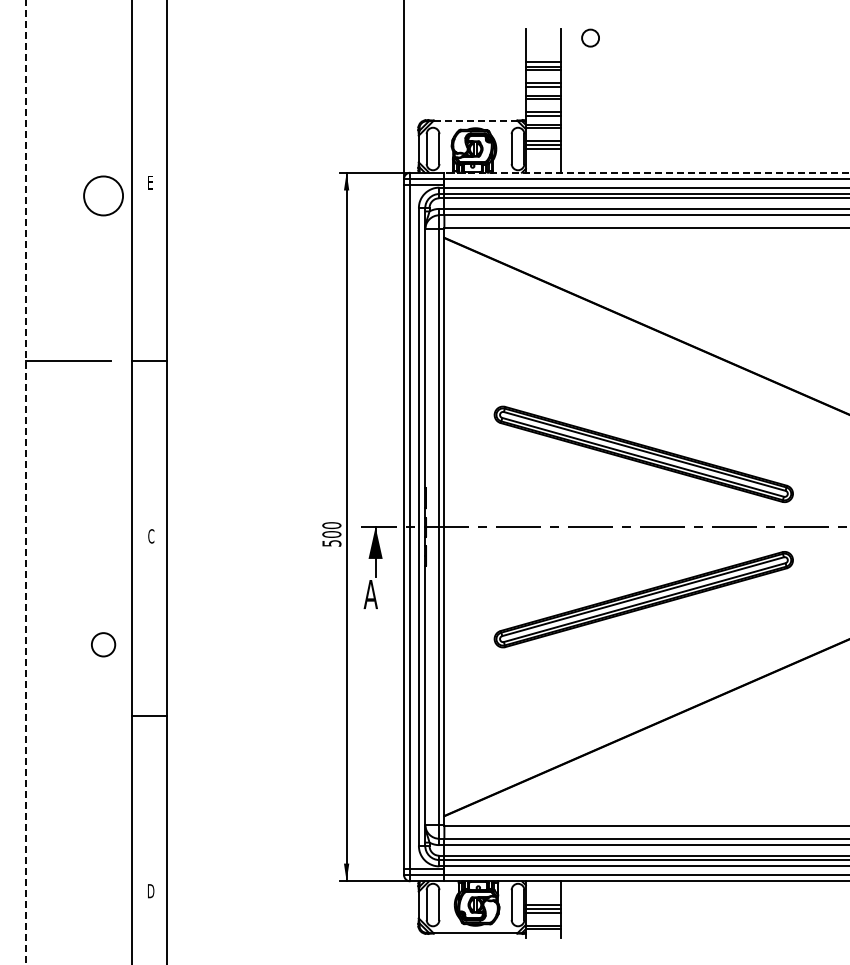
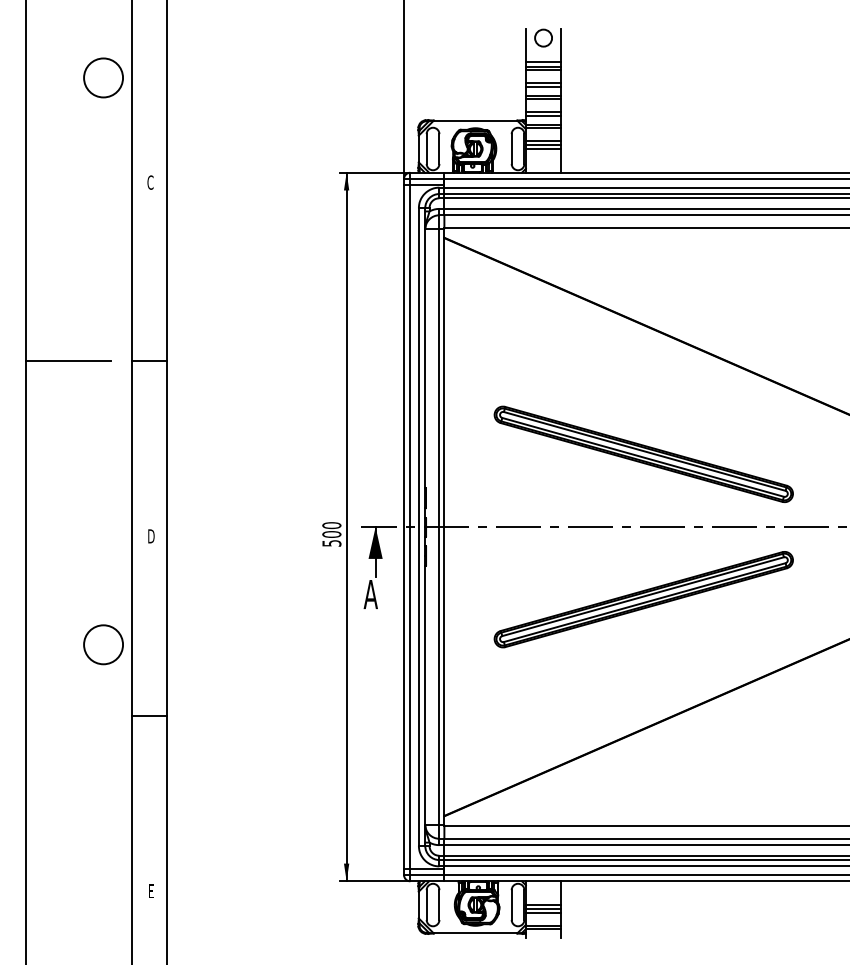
circle at (590, 37) position: (590, 37) -> (543, 37)
line at (475, 120): dashed -> solid
line at (646, 172): dashed -> solid
text at (150, 182): E -> C
circle at (103, 195) position: (103, 195) -> (103, 77)
line at (25, 482): dashed -> solid
text at (151, 536): C -> D
circle at (103, 644) diameter: 23 px -> 39 px
text at (151, 891): D -> E
